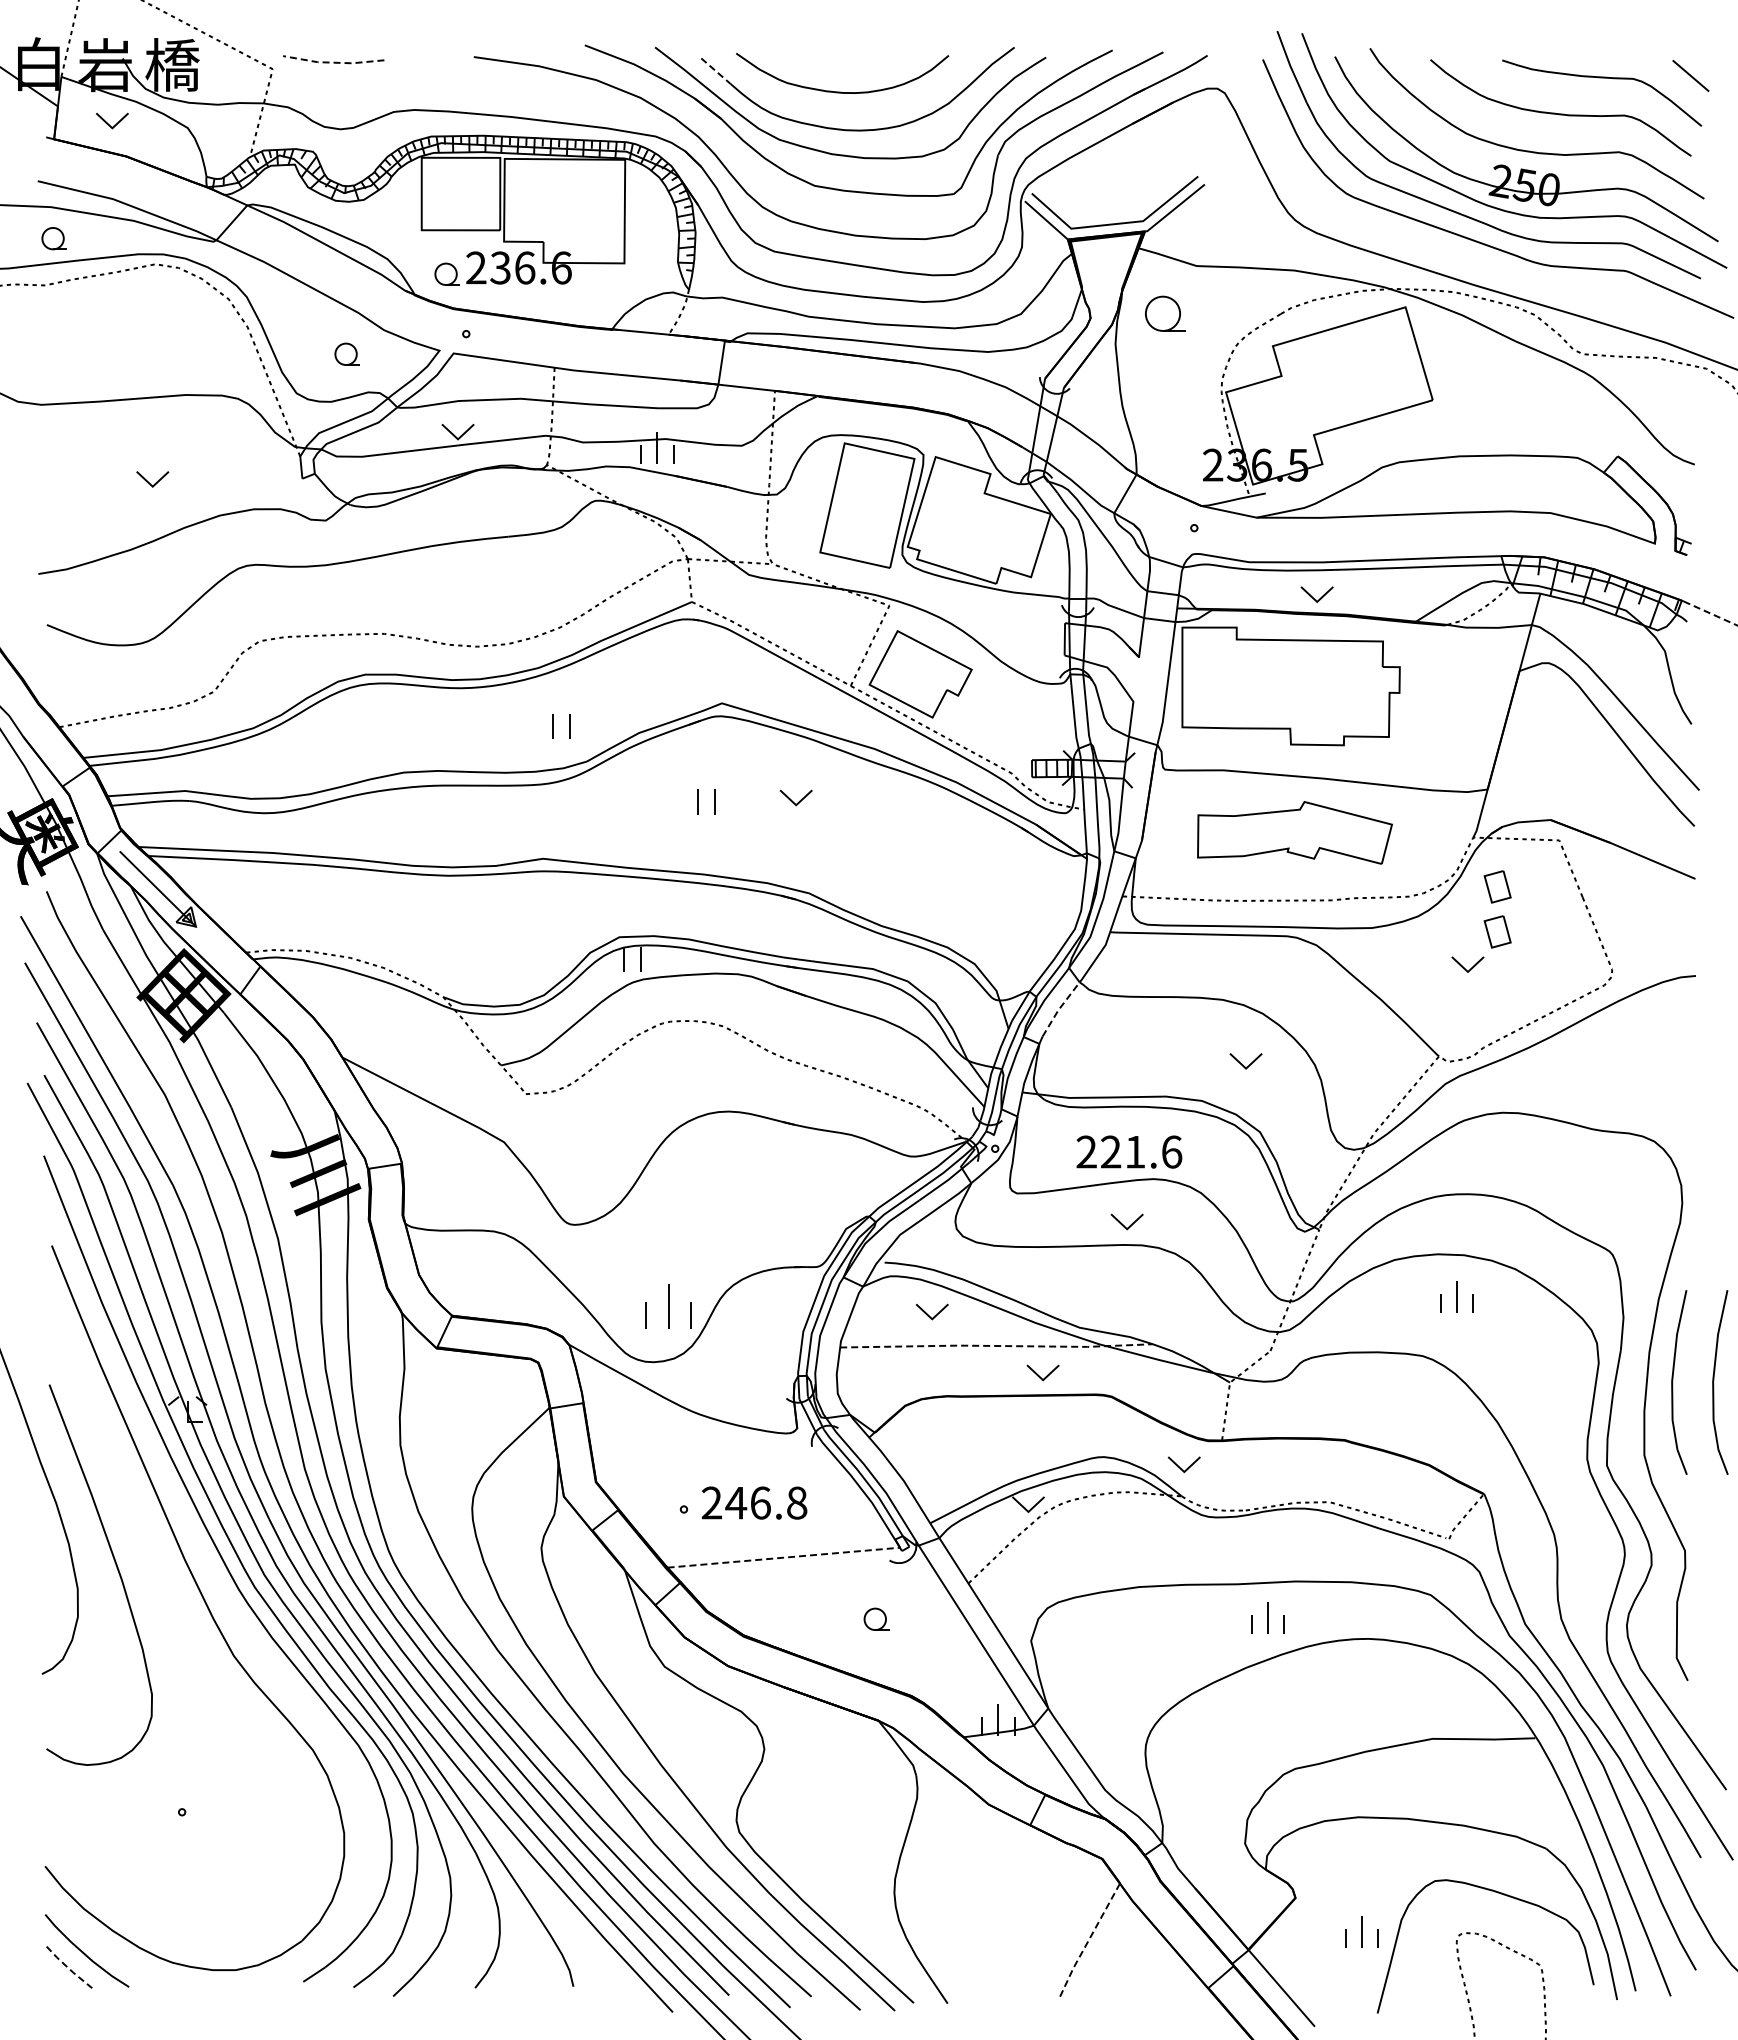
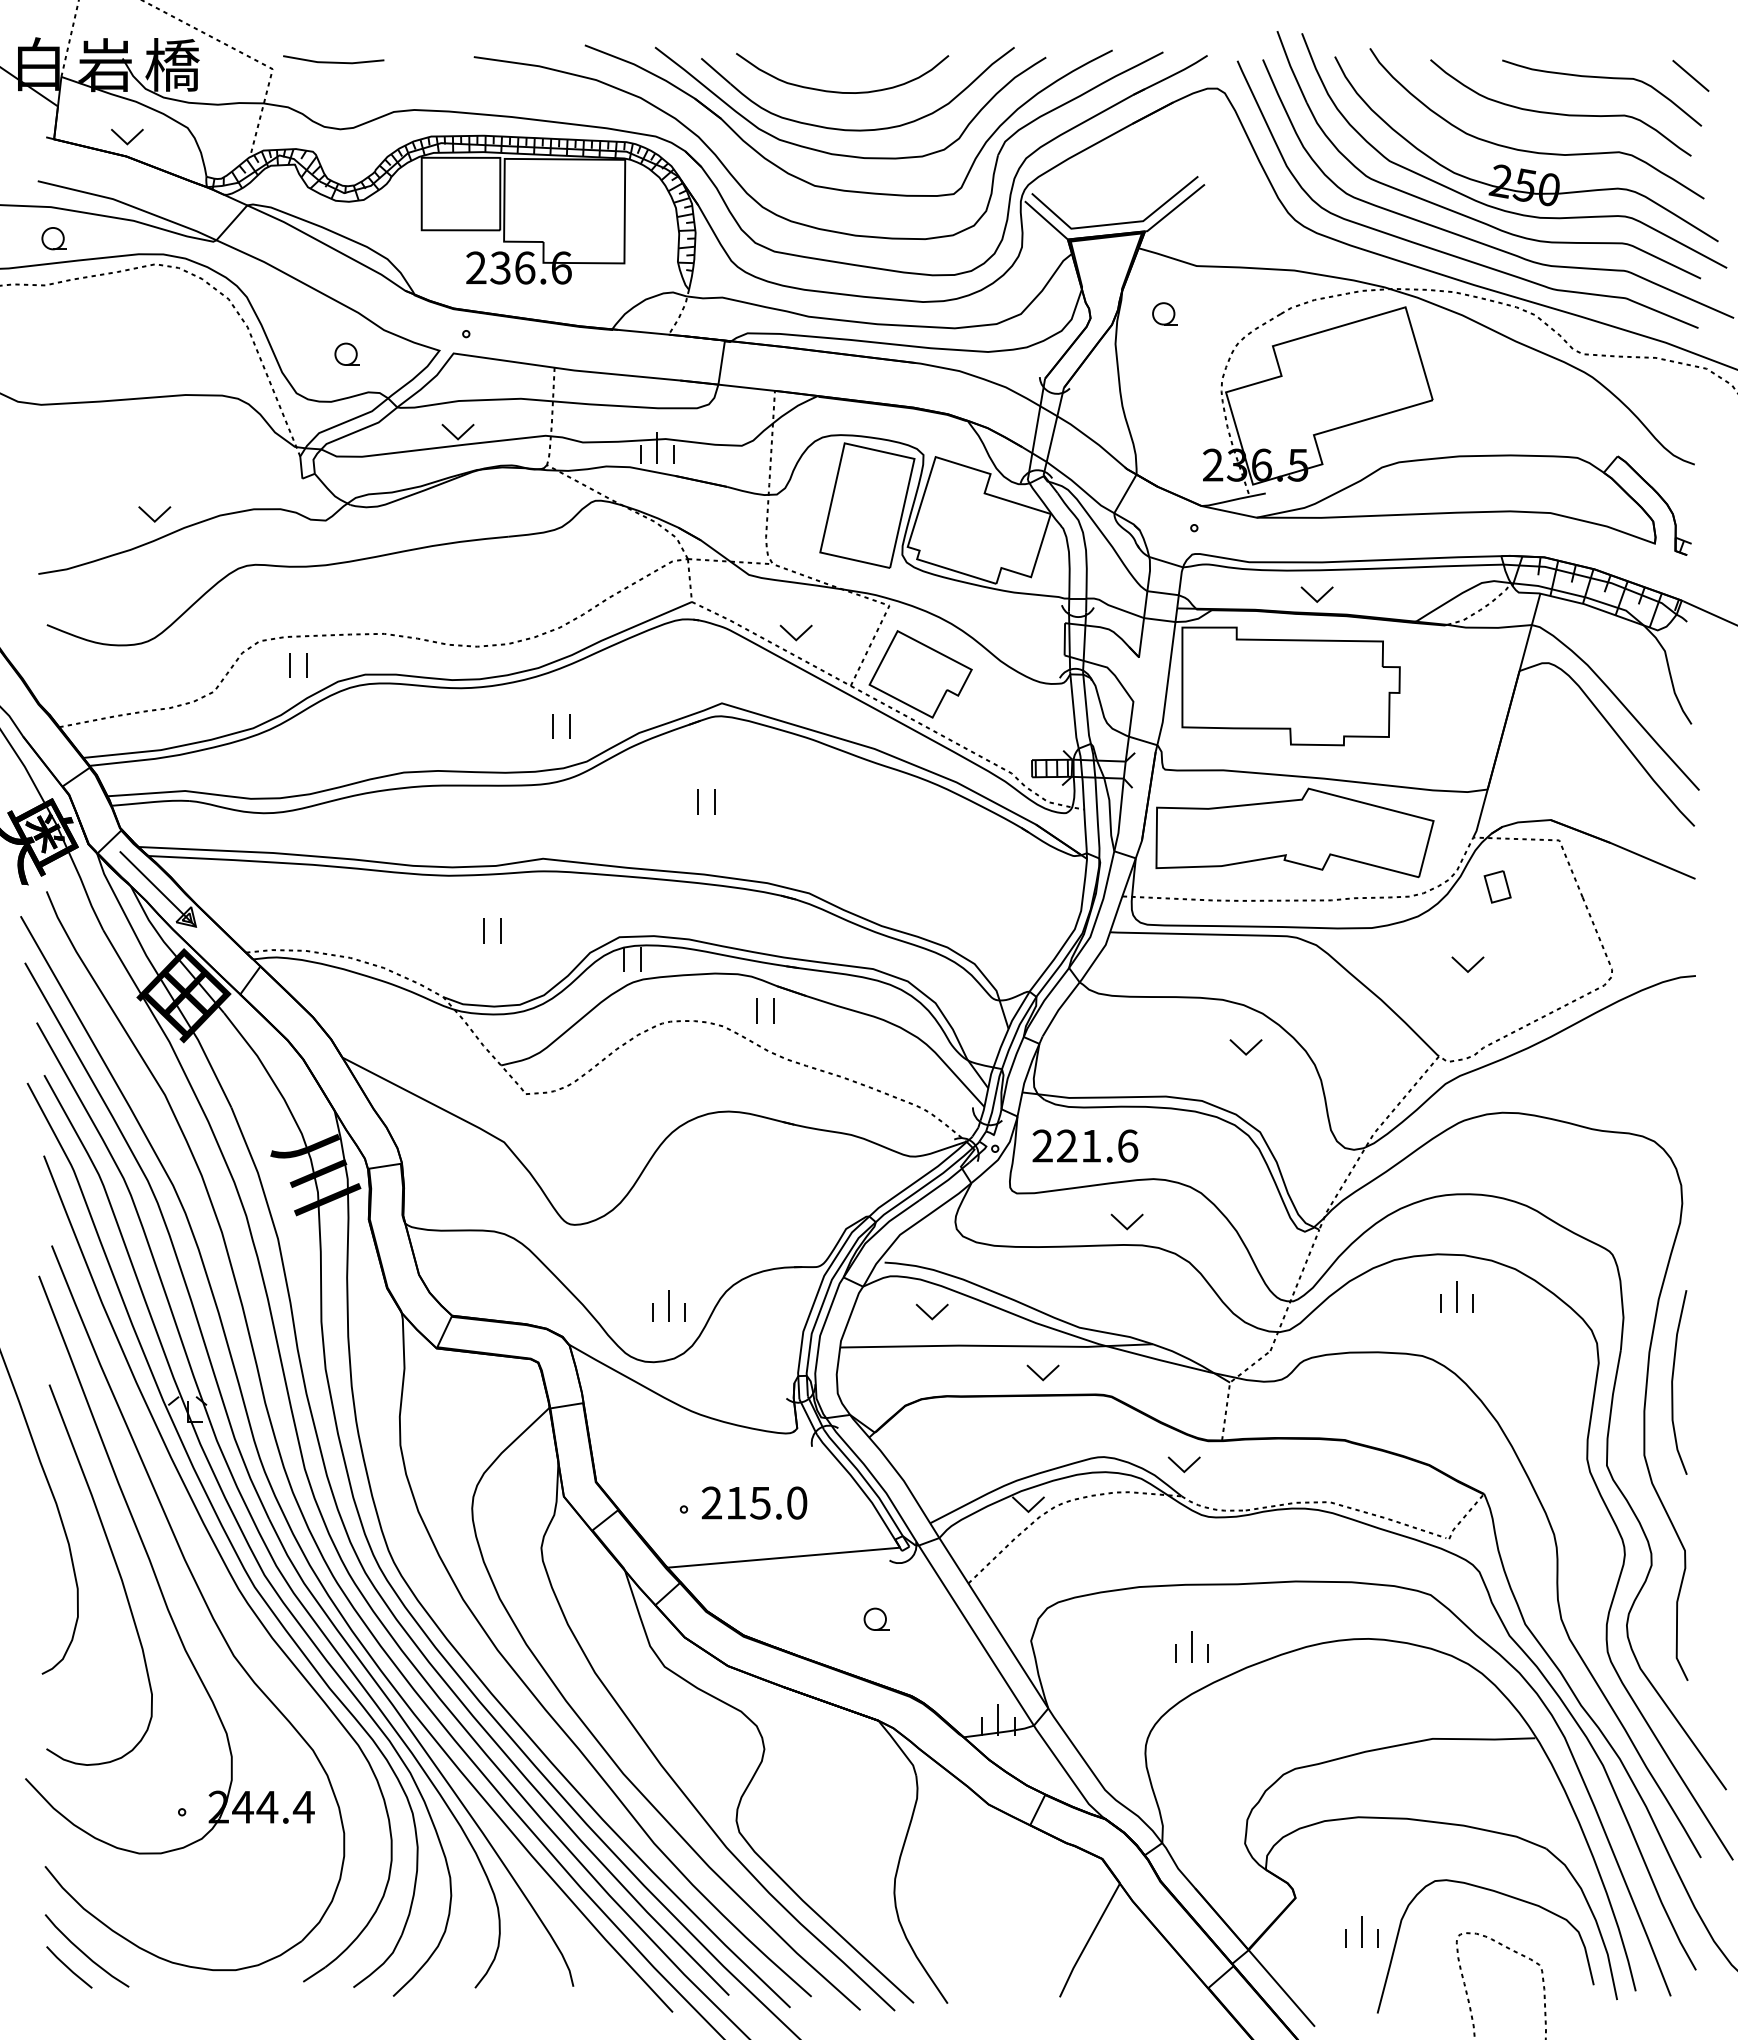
line at (333, 62): dashed -> solid
line at (716, 71): dashed -> solid
part at (112, 120) position: (112, 120) -> (127, 136)
curve at (1446, 252): none -> present
part at (446, 273): present -> none
part at (1165, 313) size: 41x37 px -> 26x24 px
part at (152, 479) position: (152, 479) -> (154, 514)
line at (1711, 613): dashed -> solid
part at (290, 665): none -> present
part at (795, 797) position: (795, 797) -> (795, 632)
part at (1294, 832) size: 196x64 px -> 280x92 px
part at (484, 930): none -> present
part at (1497, 931): present -> none
line at (1059, 1008): dashed -> solid
part at (757, 1010): none -> present
part at (1245, 1061) position: (1245, 1061) -> (1245, 1047)
text at (1129, 1151) position: (1129, 1151) -> (1085, 1145)
part at (668, 1306) size: 47x45 px -> 34x32 px
line at (996, 1346): dashed -> solid
curve at (1714, 1380): present -> none
text at (766, 1502): 246.8 -> 215.0
line at (783, 1557): dashed -> solid
part at (154, 1569): none -> present
part at (1267, 1617) position: (1267, 1617) -> (1191, 1646)
line at (1088, 1940): dashed -> solid
line at (69, 1968): dashed -> solid
